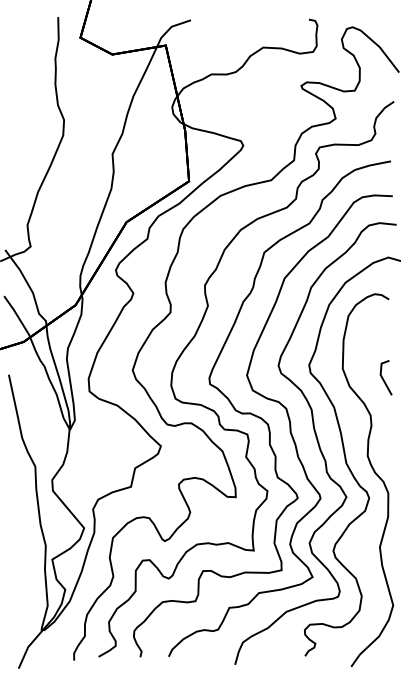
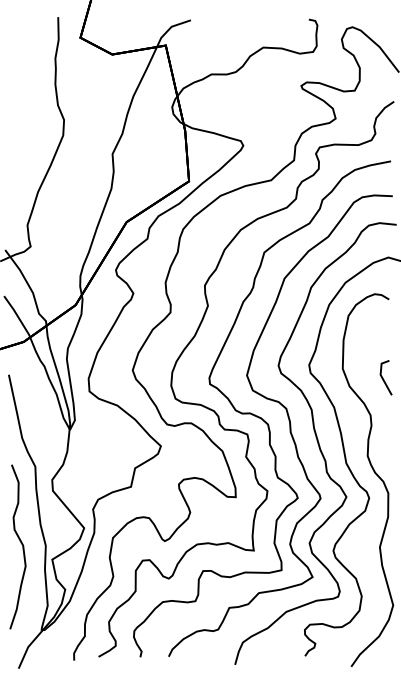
curve at (21, 544): none -> present
